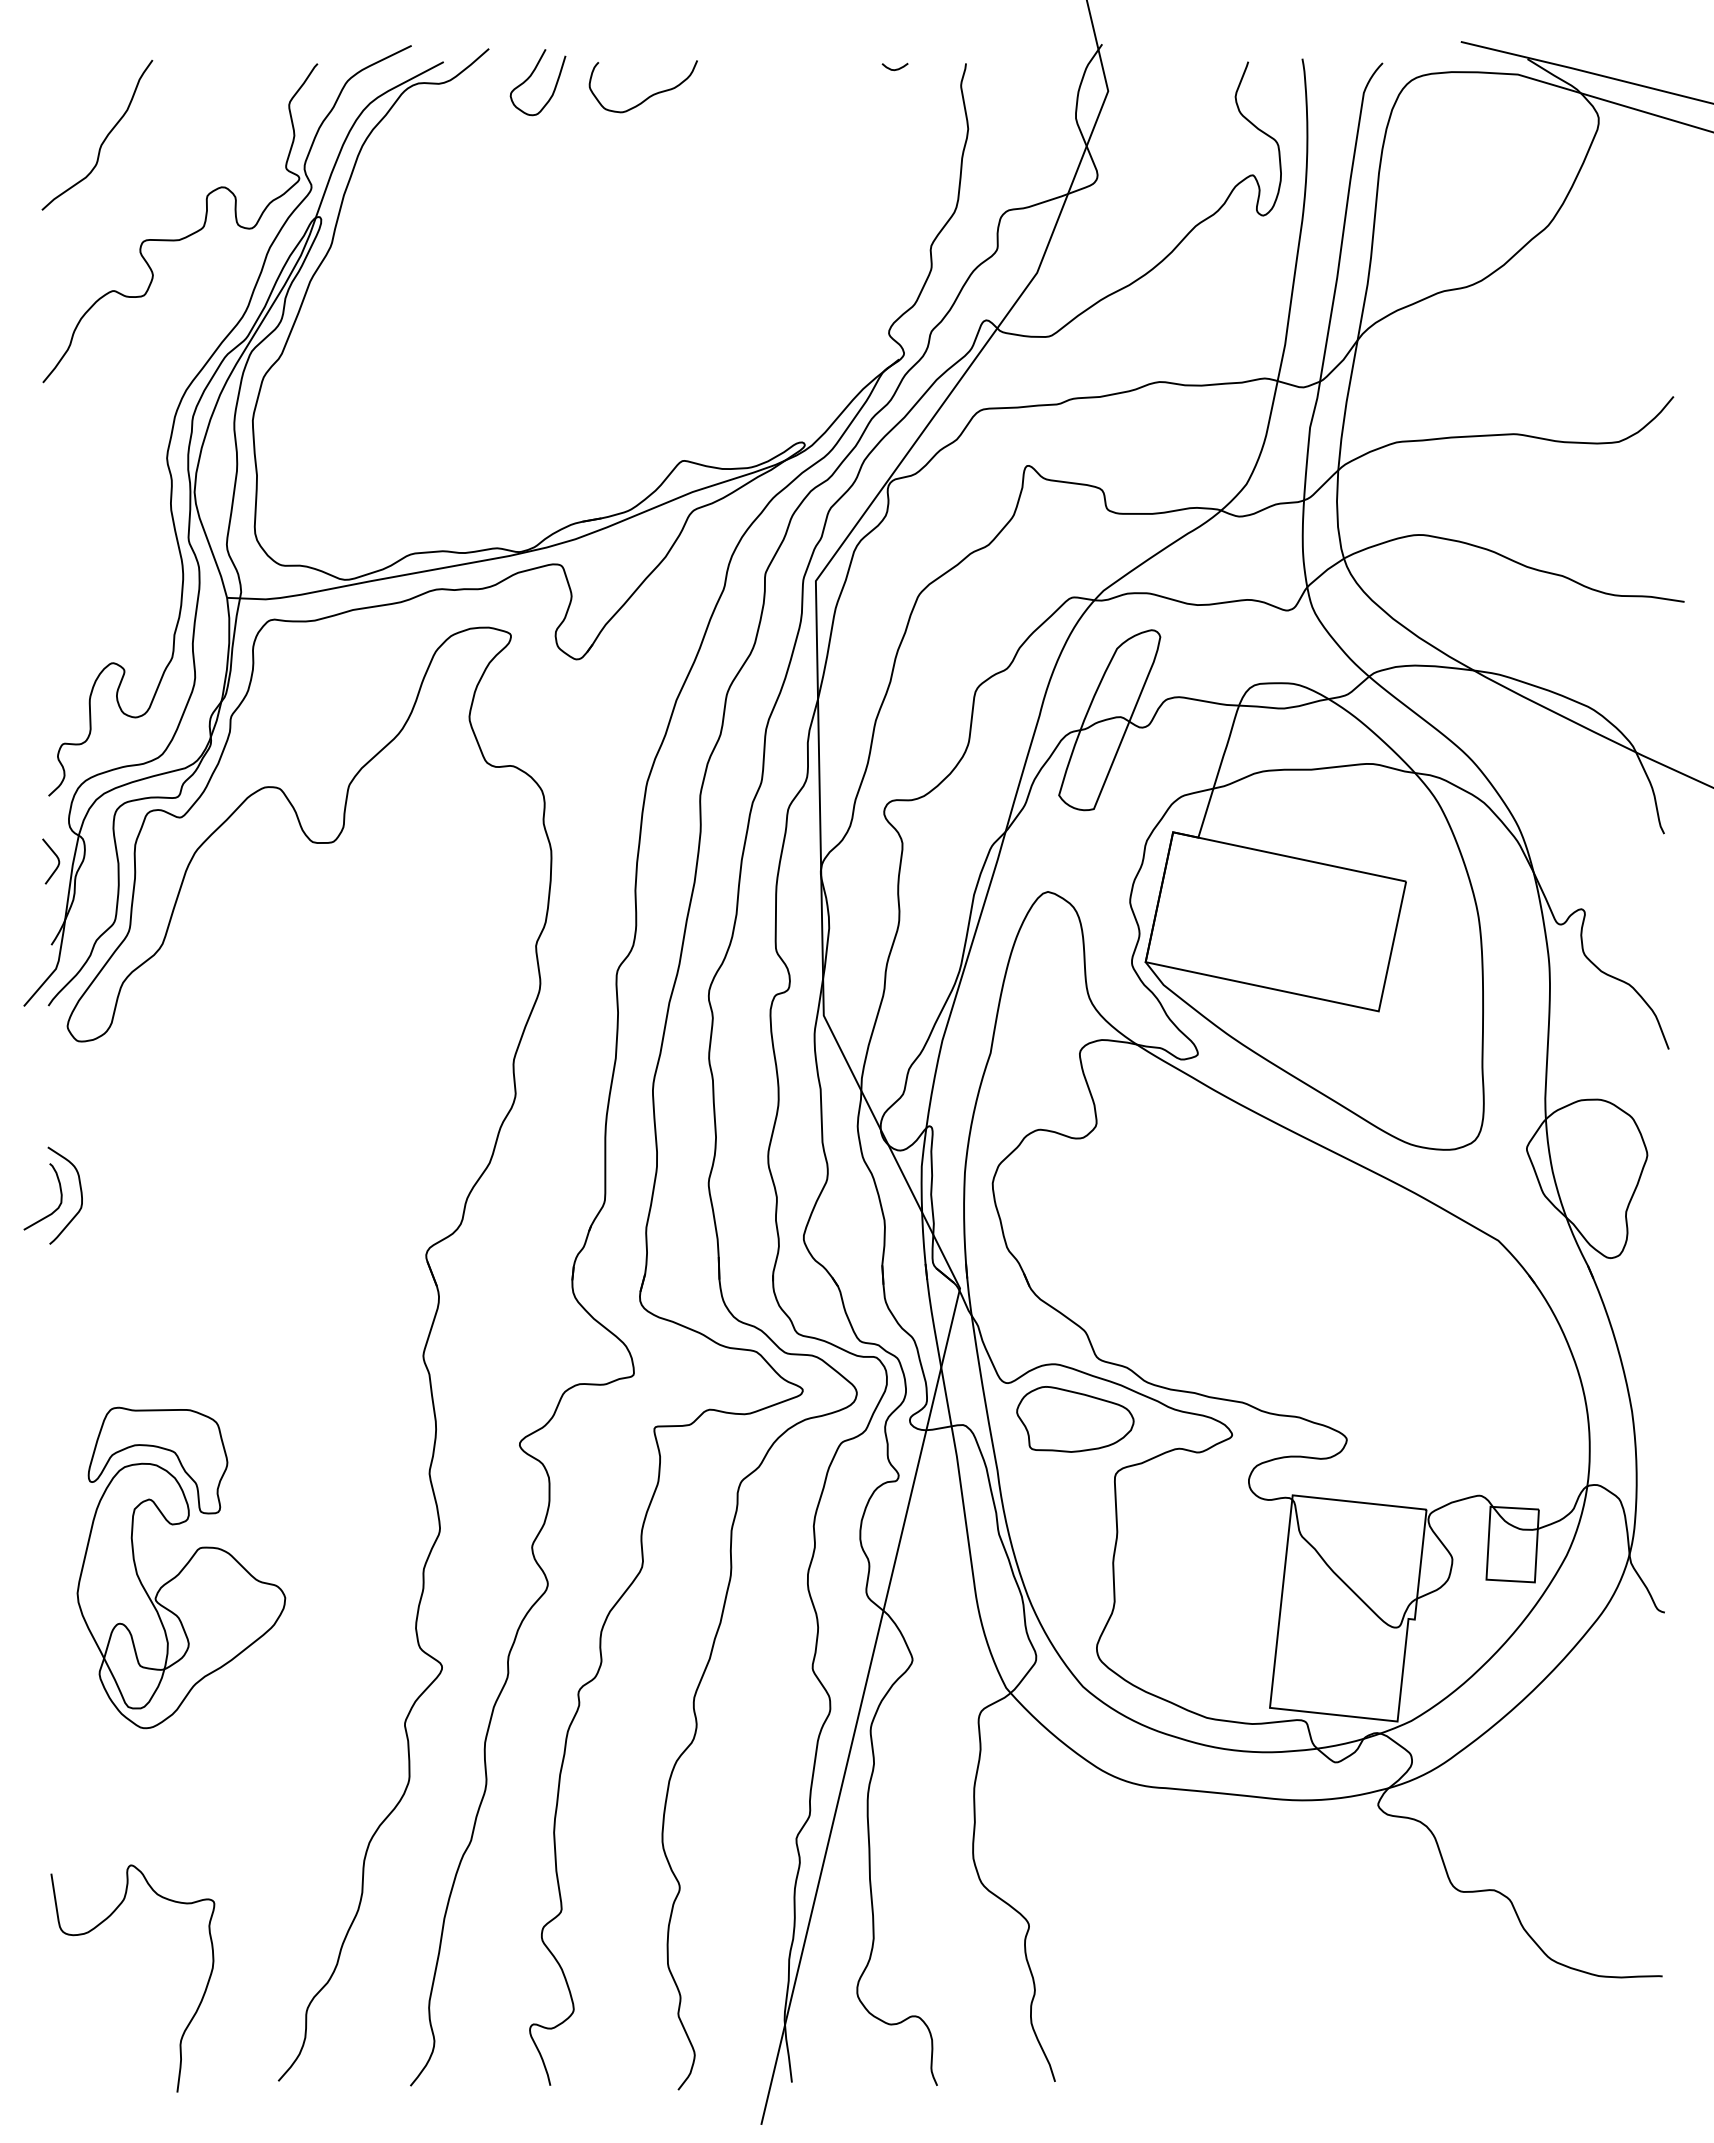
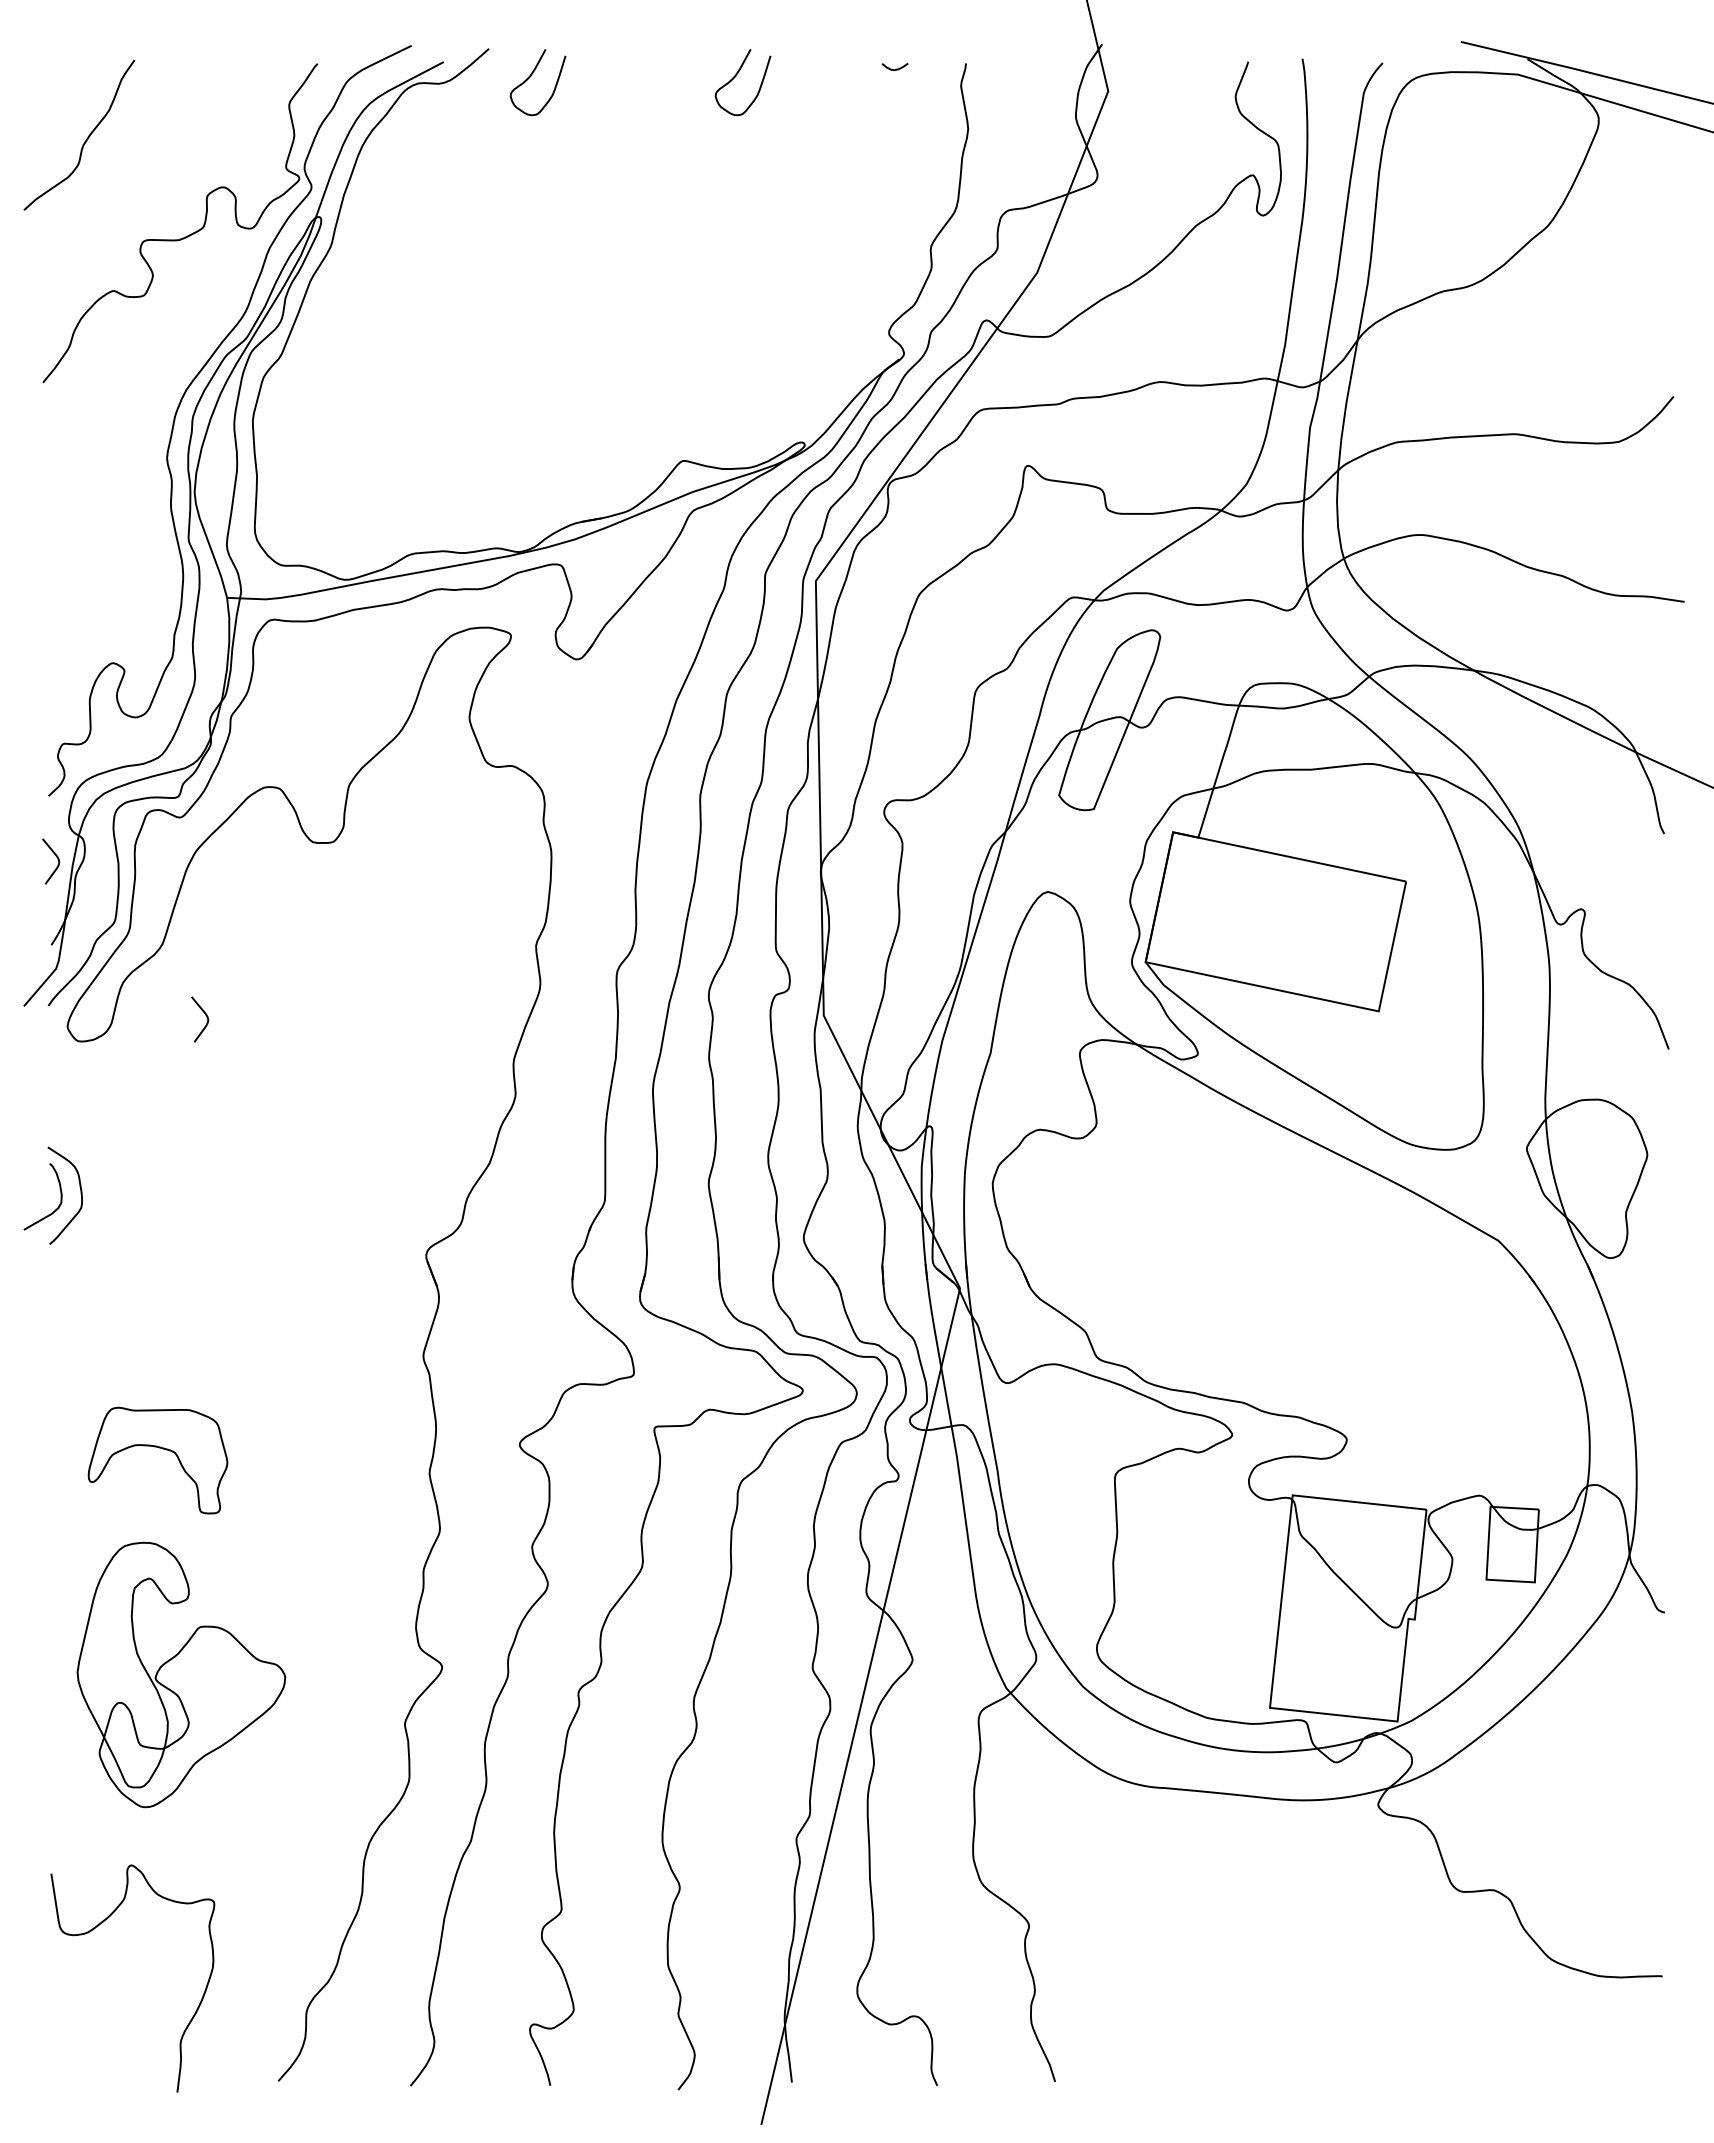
curve at (736, 76): none -> present
curve at (648, 96): present -> none
curve at (104, 138) position: (104, 138) -> (86, 138)
curve at (206, 1017): none -> present
part at (1075, 1419): present -> none
part at (181, 1595) position: (181, 1595) -> (181, 1674)
